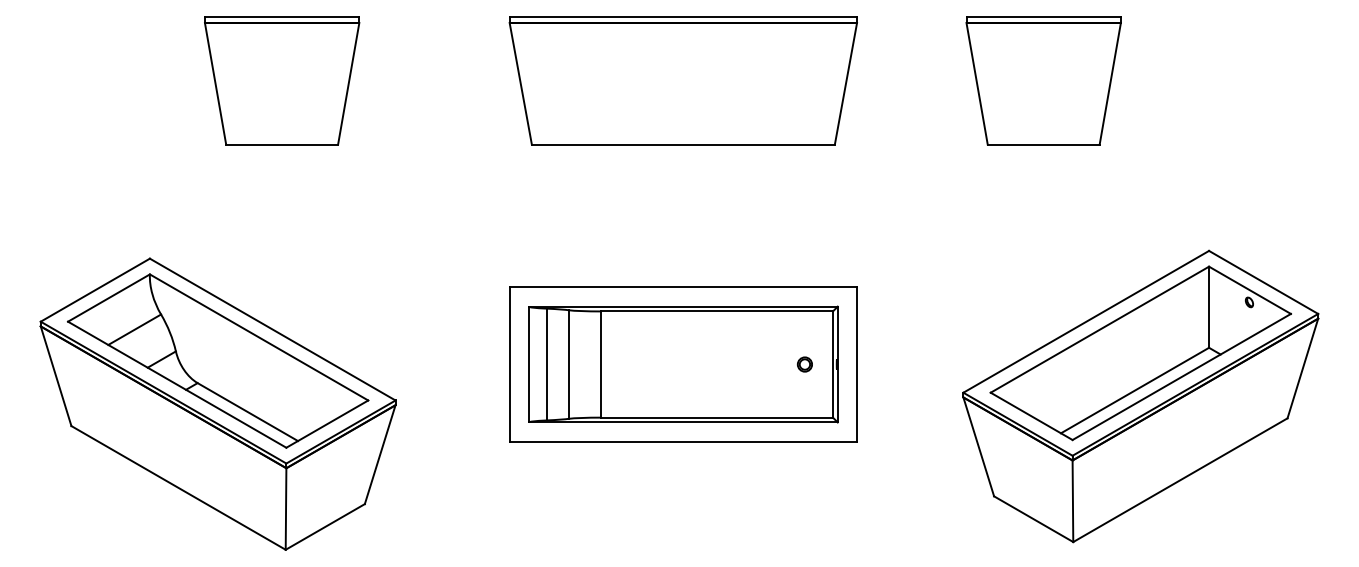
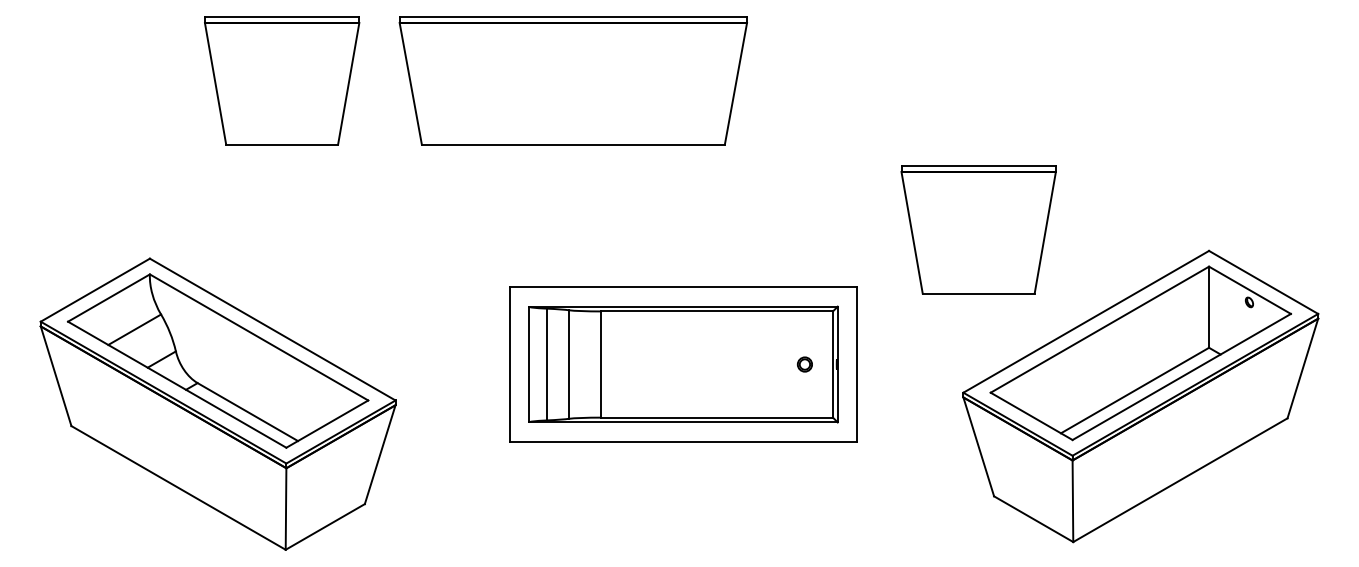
part at (682, 80) position: (682, 80) -> (572, 80)
part at (1043, 80) position: (1043, 80) -> (978, 229)
